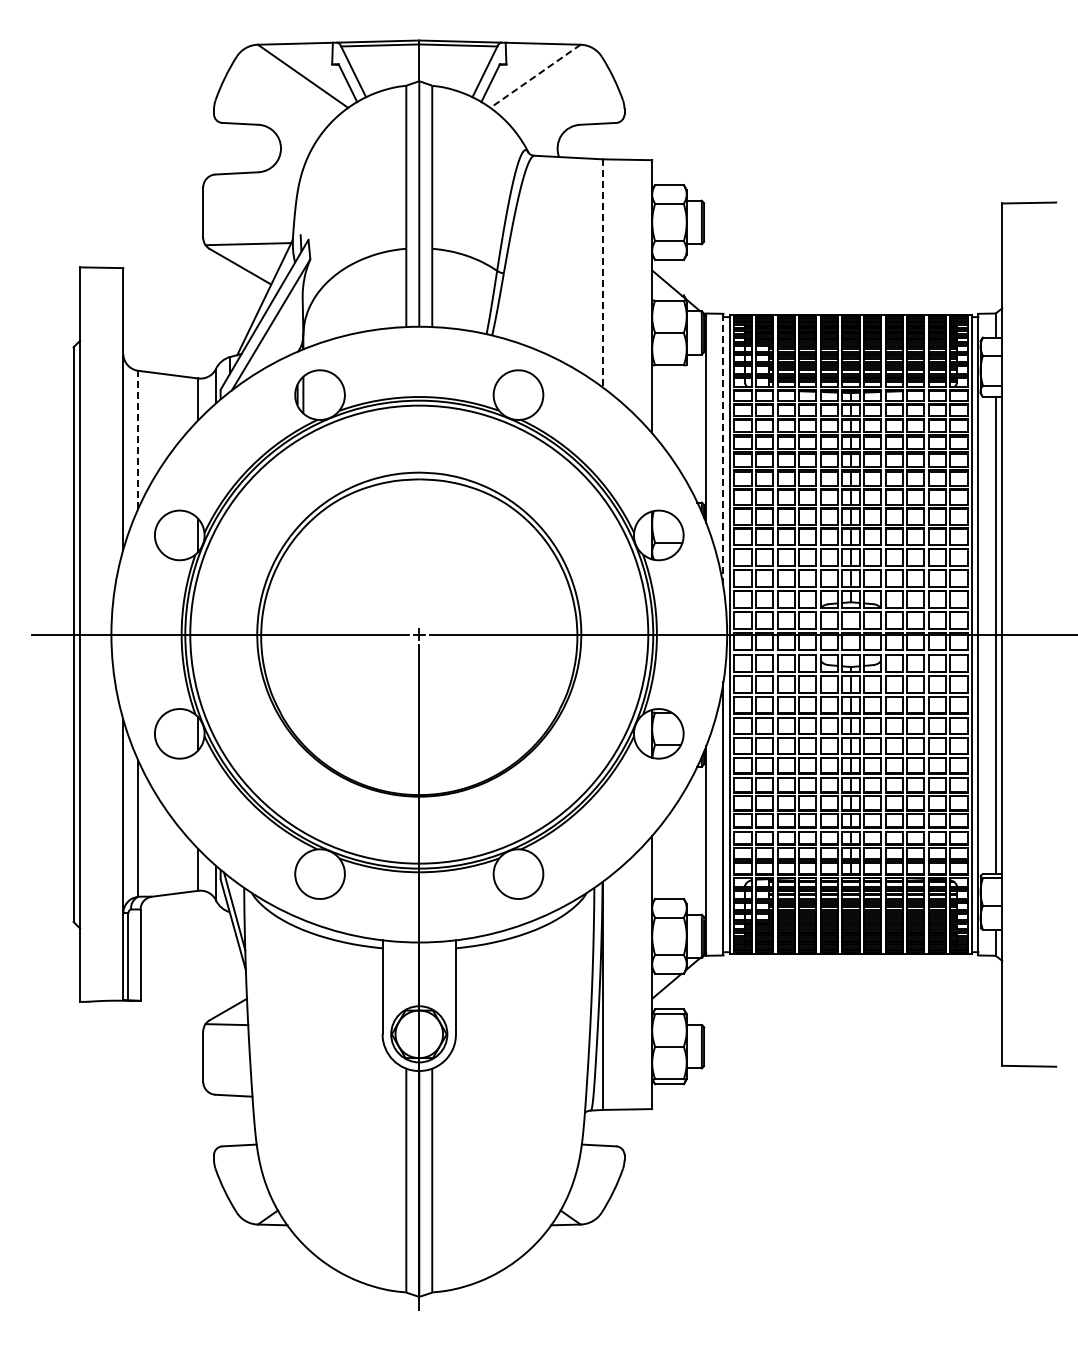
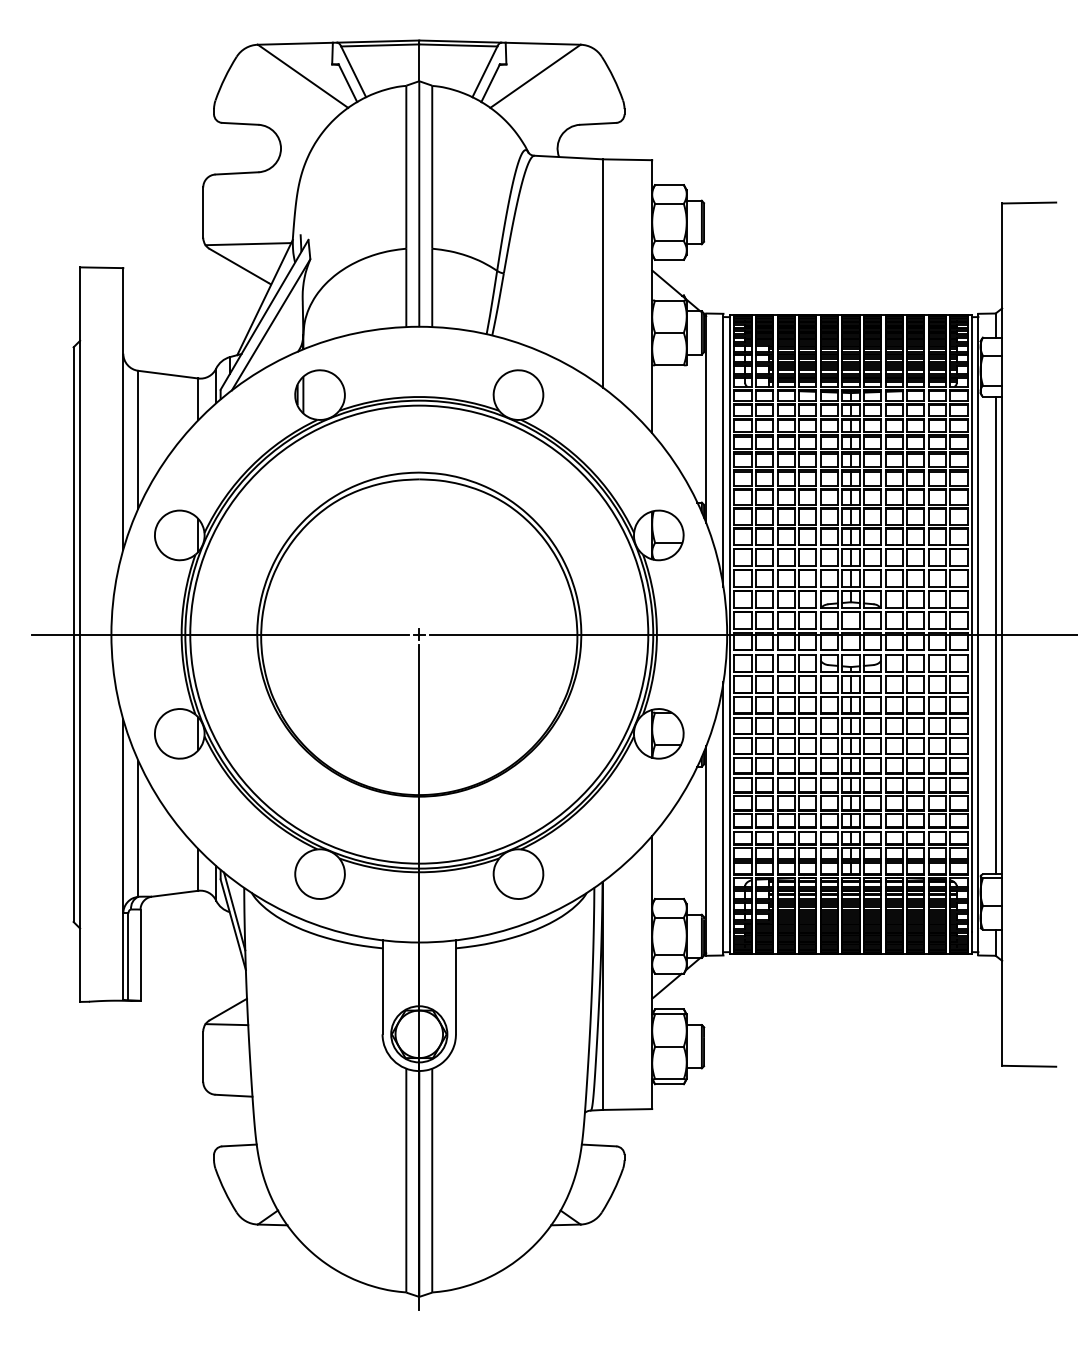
line at (535, 76): dashed -> solid
line at (602, 273): dashed -> solid
line at (138, 439): dashed -> solid
line at (723, 450): dashed -> solid
